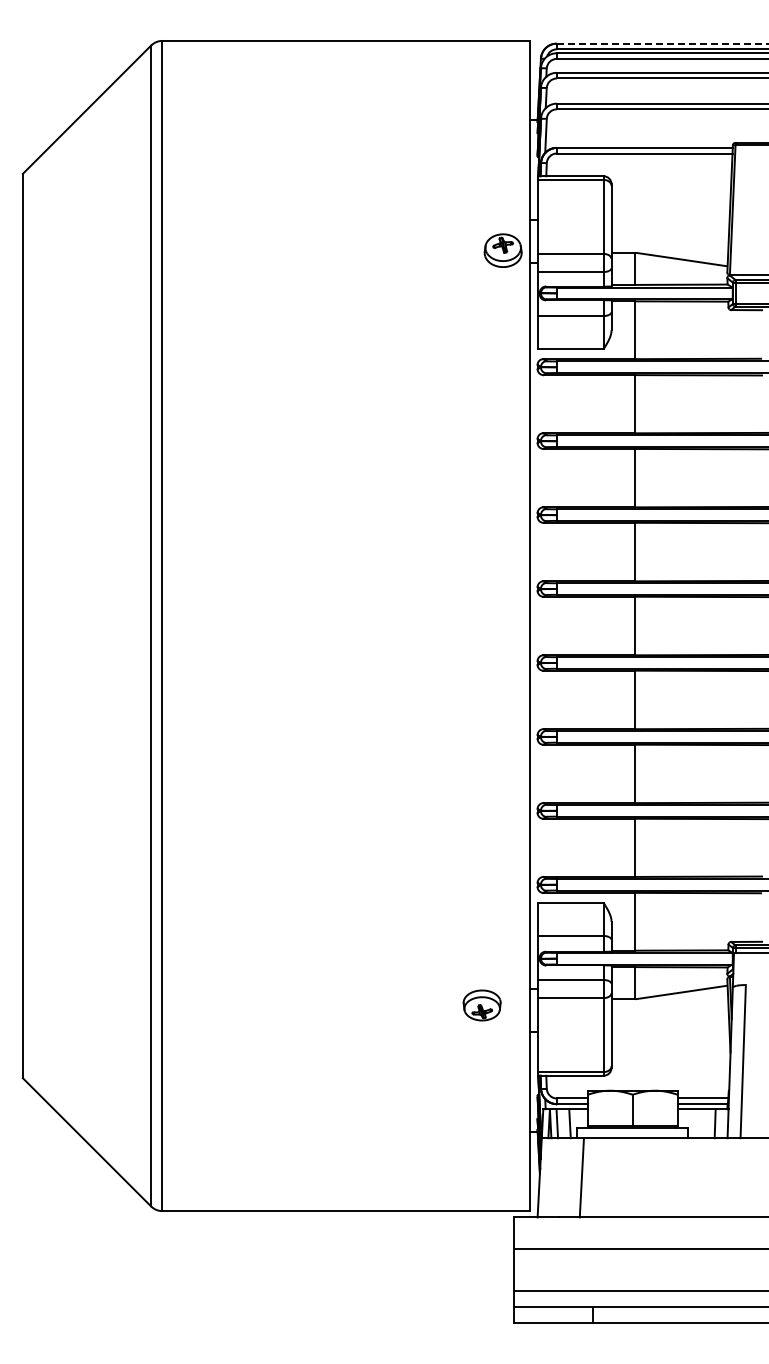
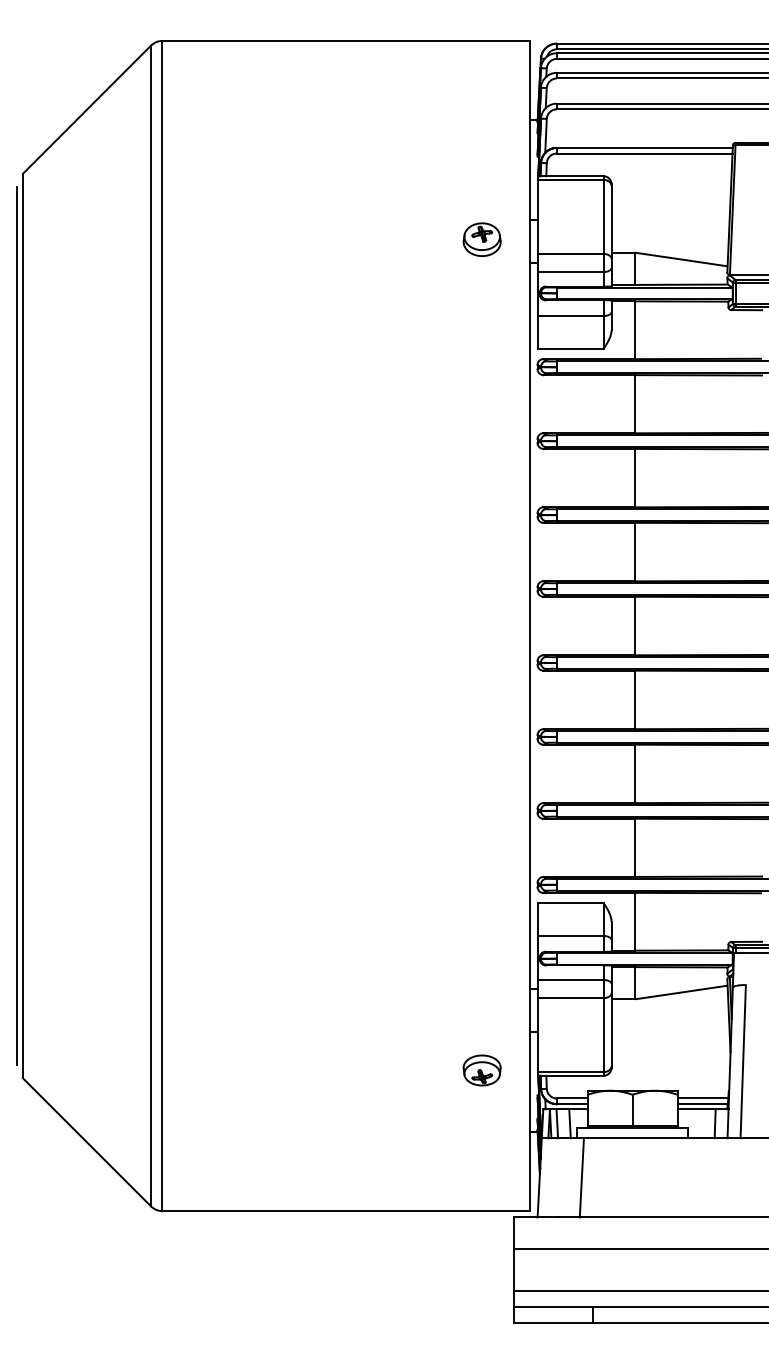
line at (663, 43): dashed -> solid
part at (502, 250) position: (502, 250) -> (481, 239)
line at (17, 626): none -> present
part at (481, 1005) position: (481, 1005) -> (481, 1070)
